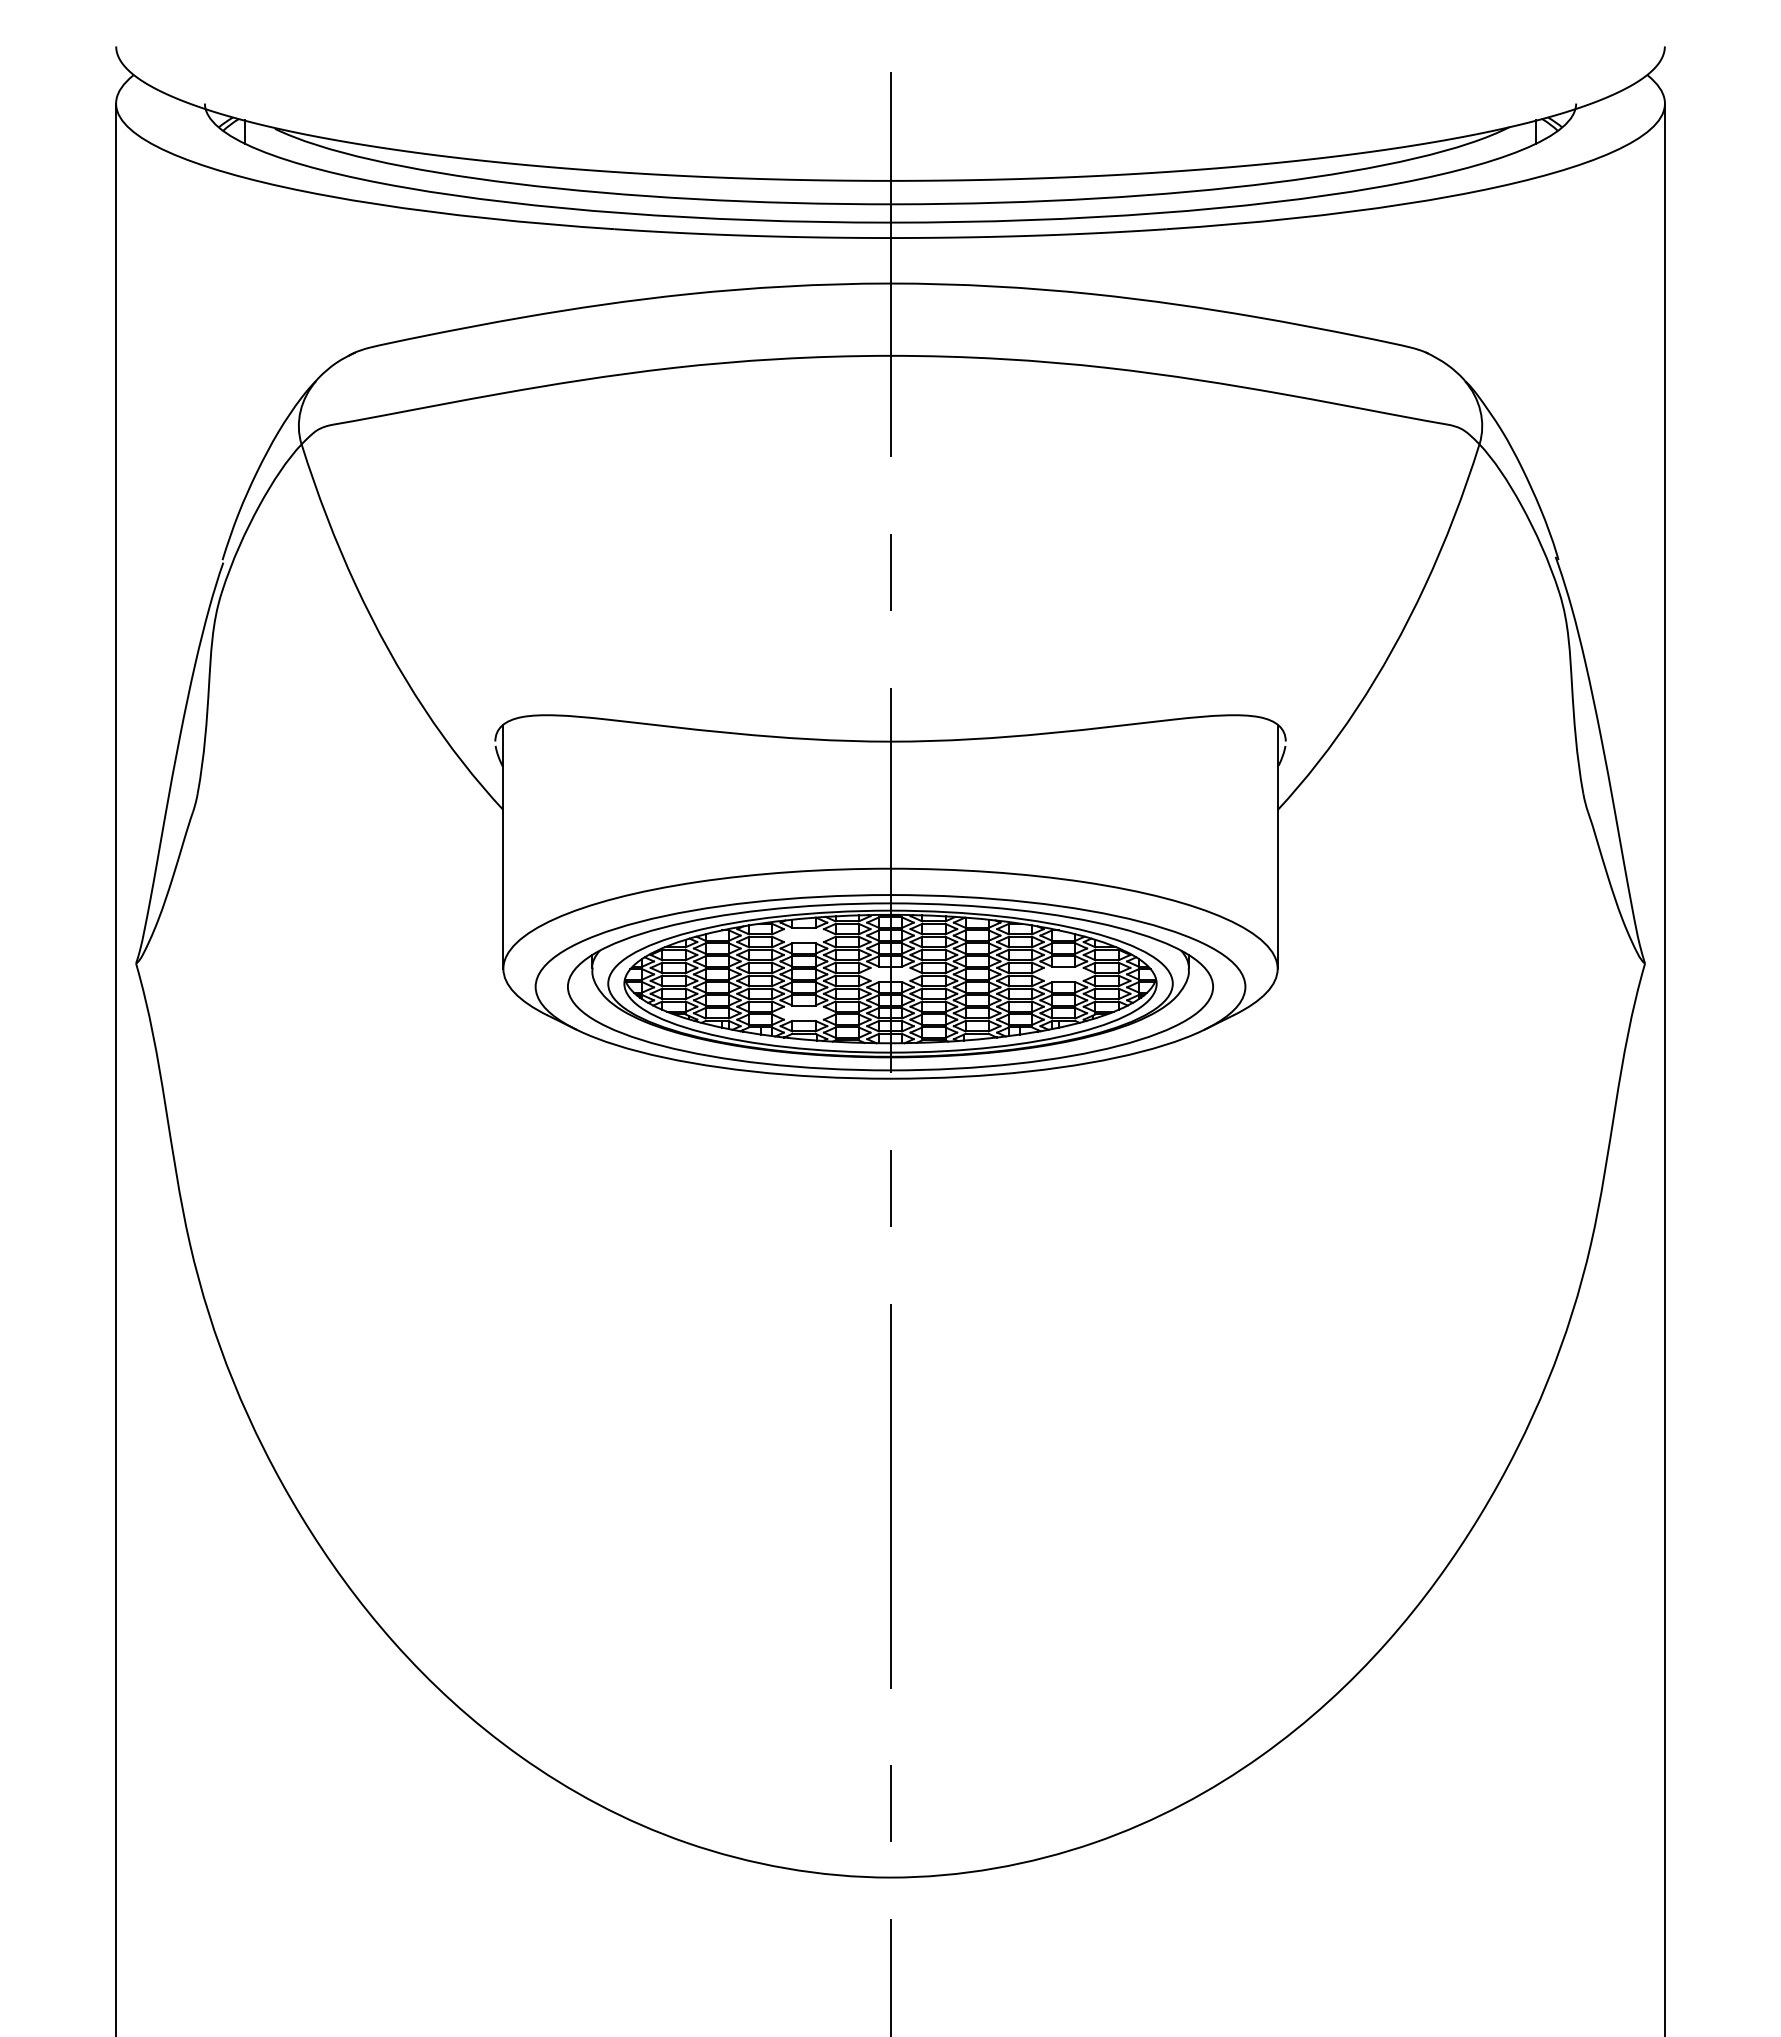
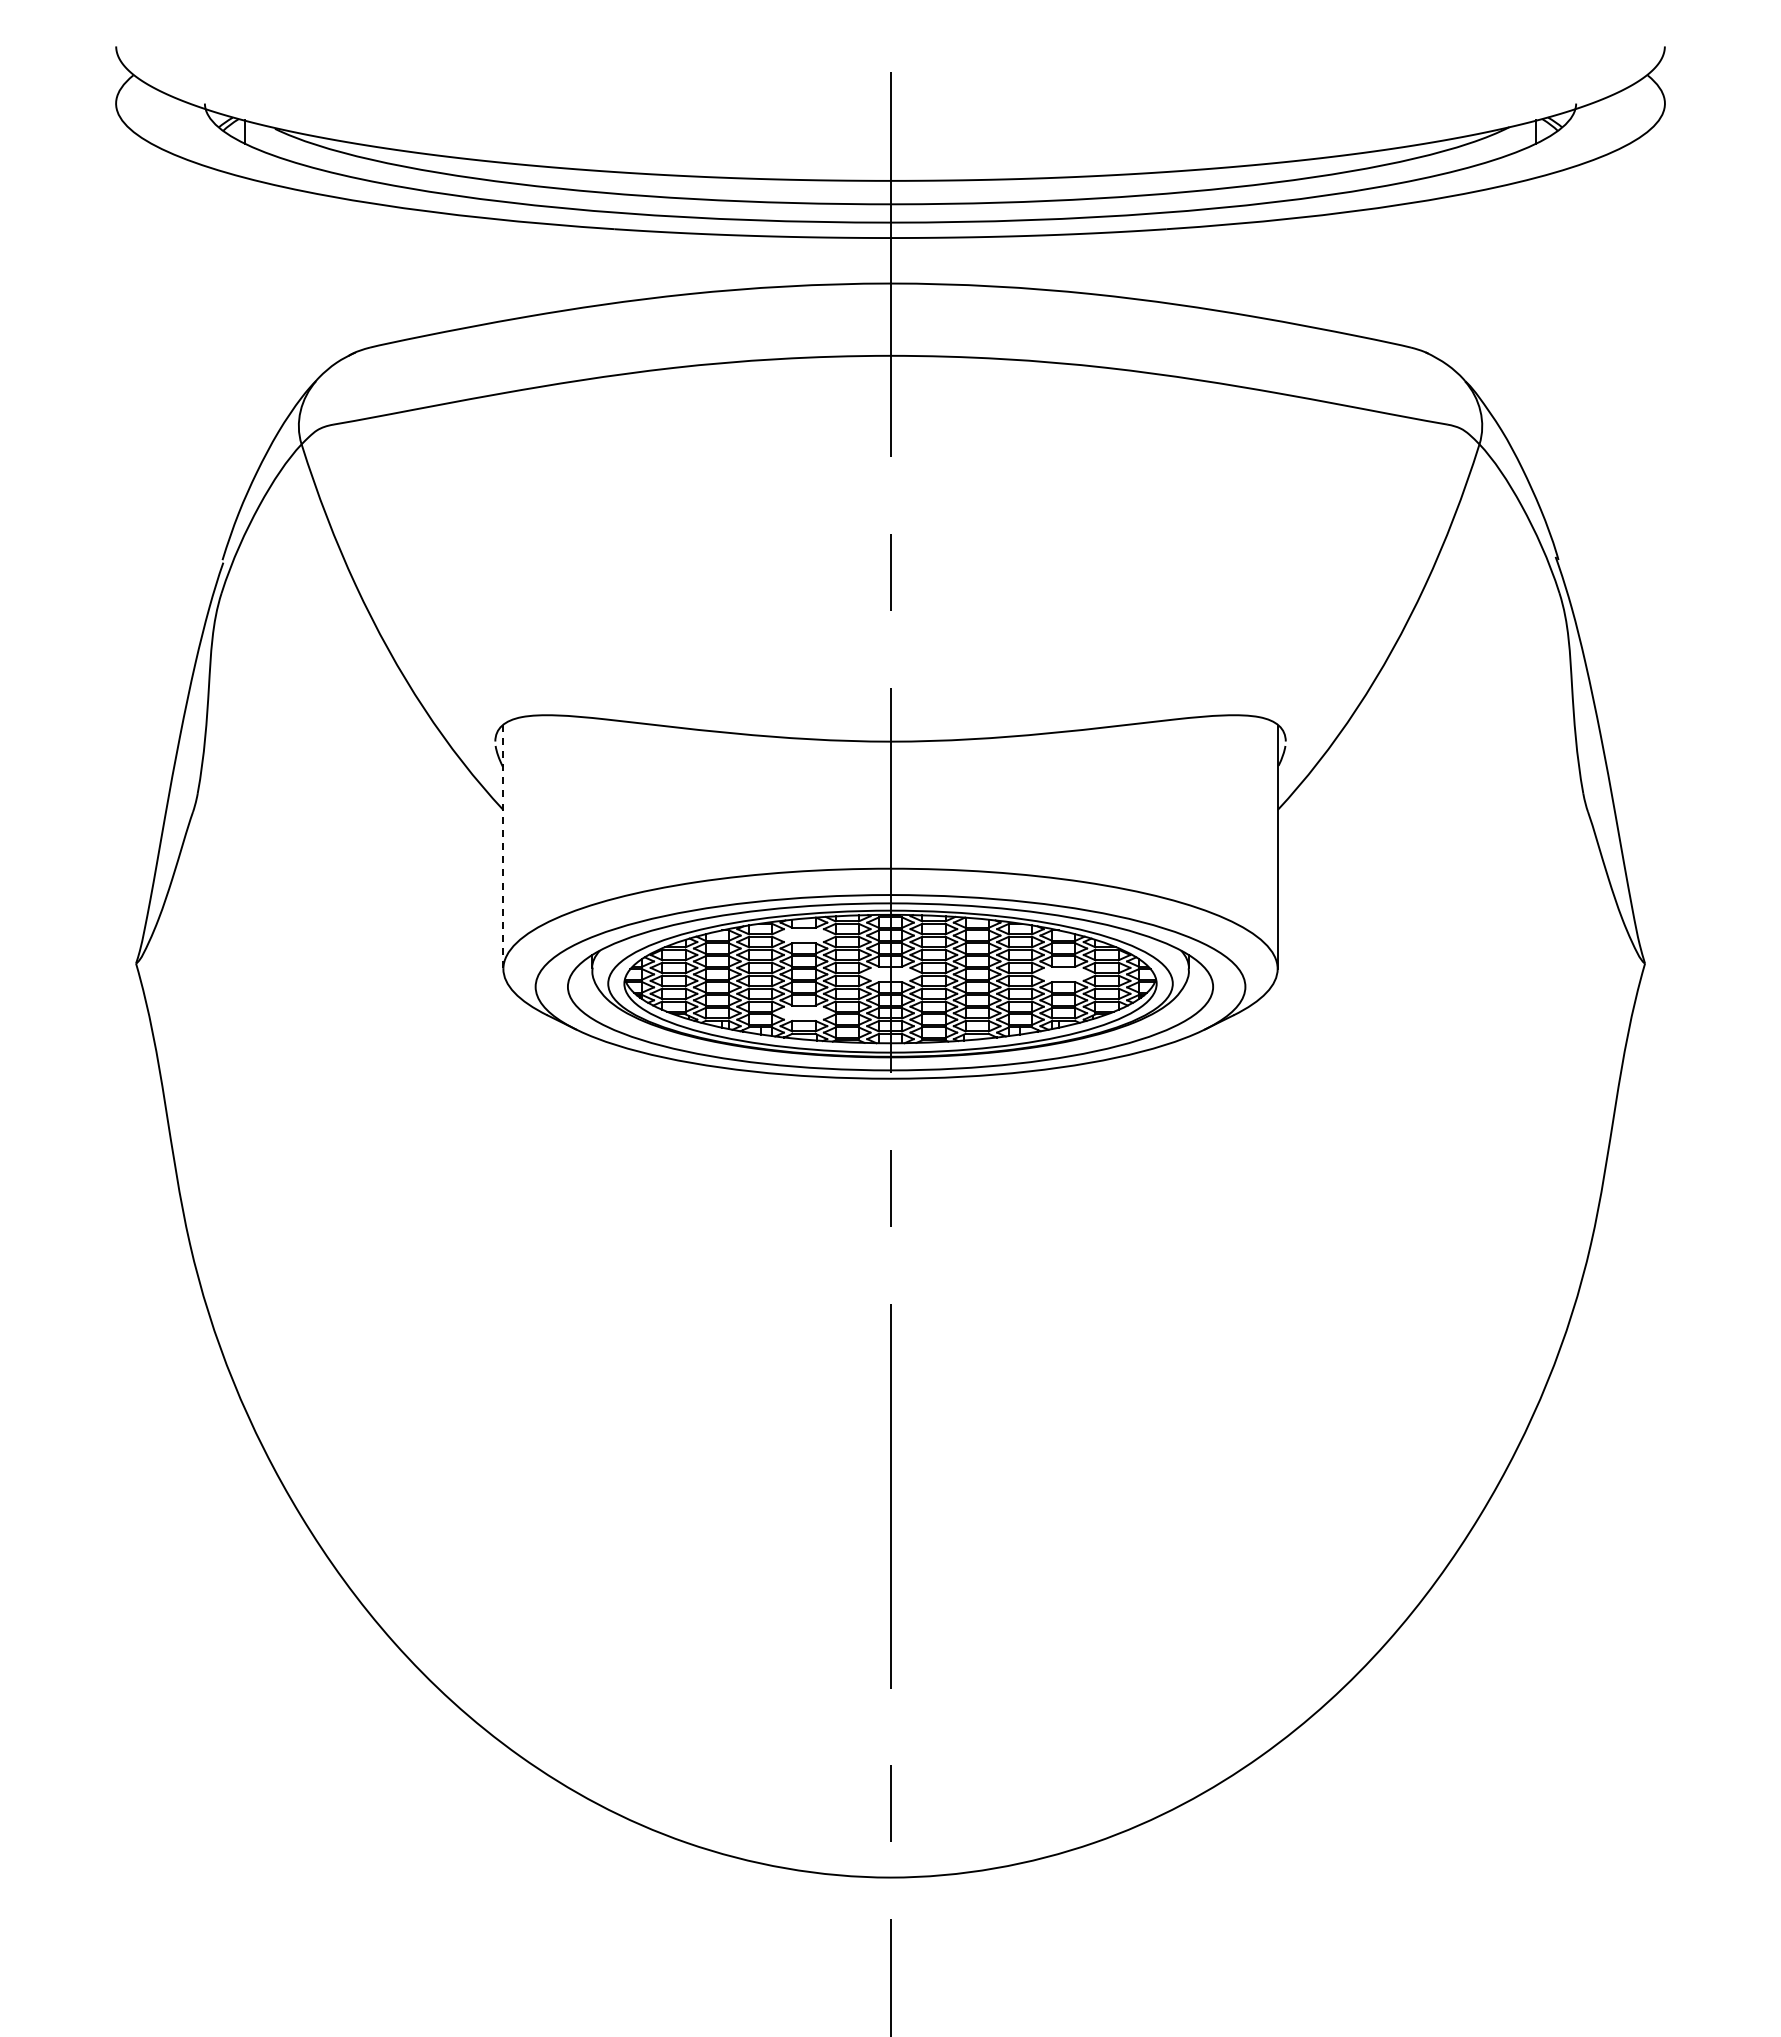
line at (503, 847): solid -> dashed
line at (116, 1068): present -> none
line at (1664, 1068): present -> none
